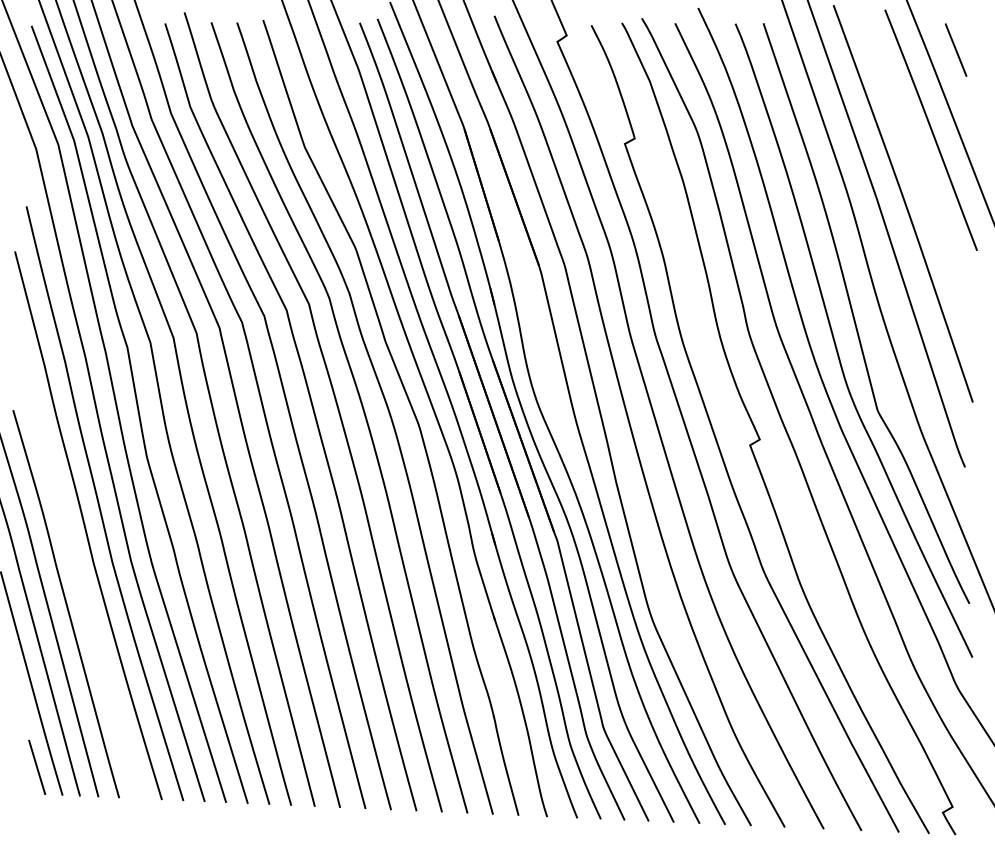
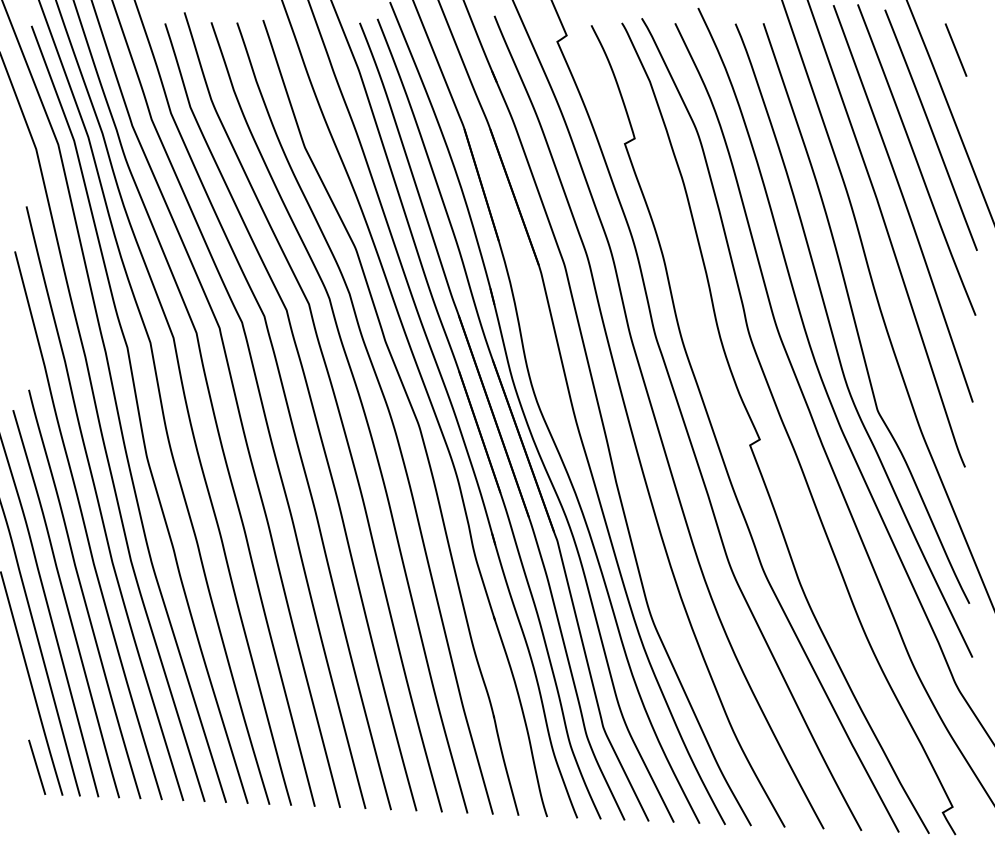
curve at (916, 159): none -> present
curve at (83, 594): none -> present
